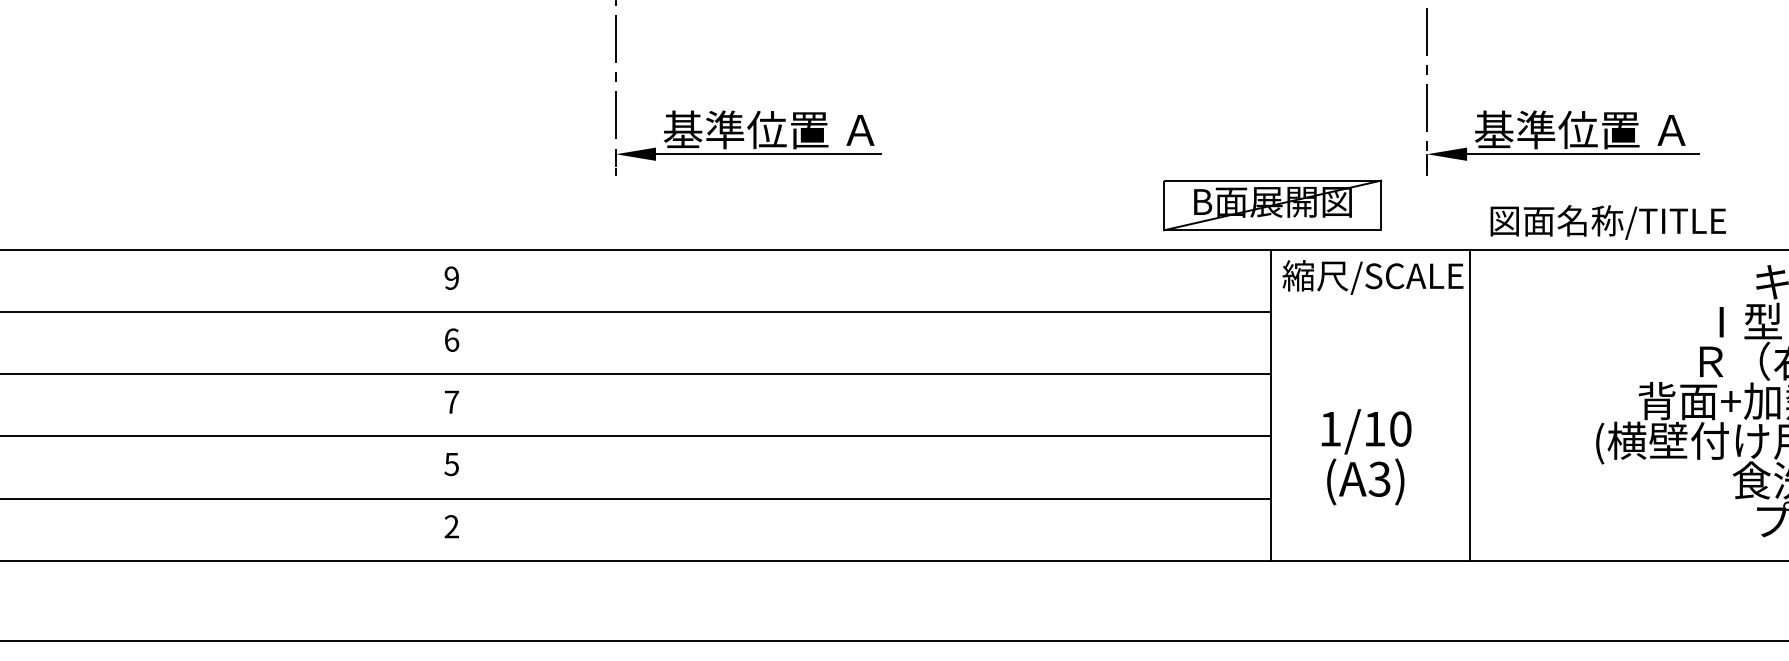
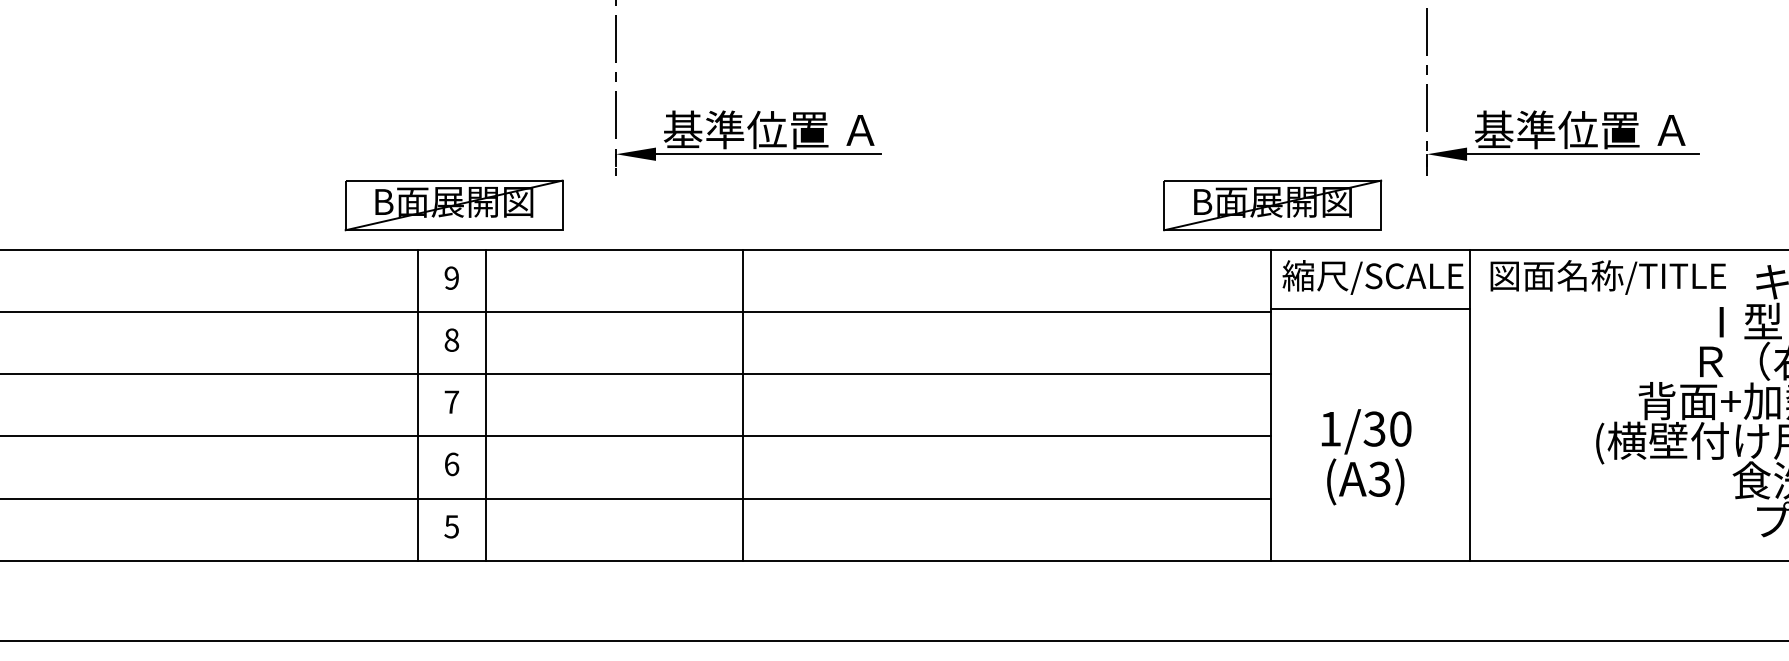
part at (453, 205): none -> present
text at (1607, 222) position: (1607, 222) -> (1607, 277)
line at (1369, 308): none -> present
text at (451, 339): 6 -> 8
line at (417, 405): none -> present
line at (486, 405): none -> present
line at (743, 405): none -> present
text at (1374, 428): 1/10 -> 1/30
text at (451, 464): 5 -> 6
text at (451, 526): 2 -> 5
